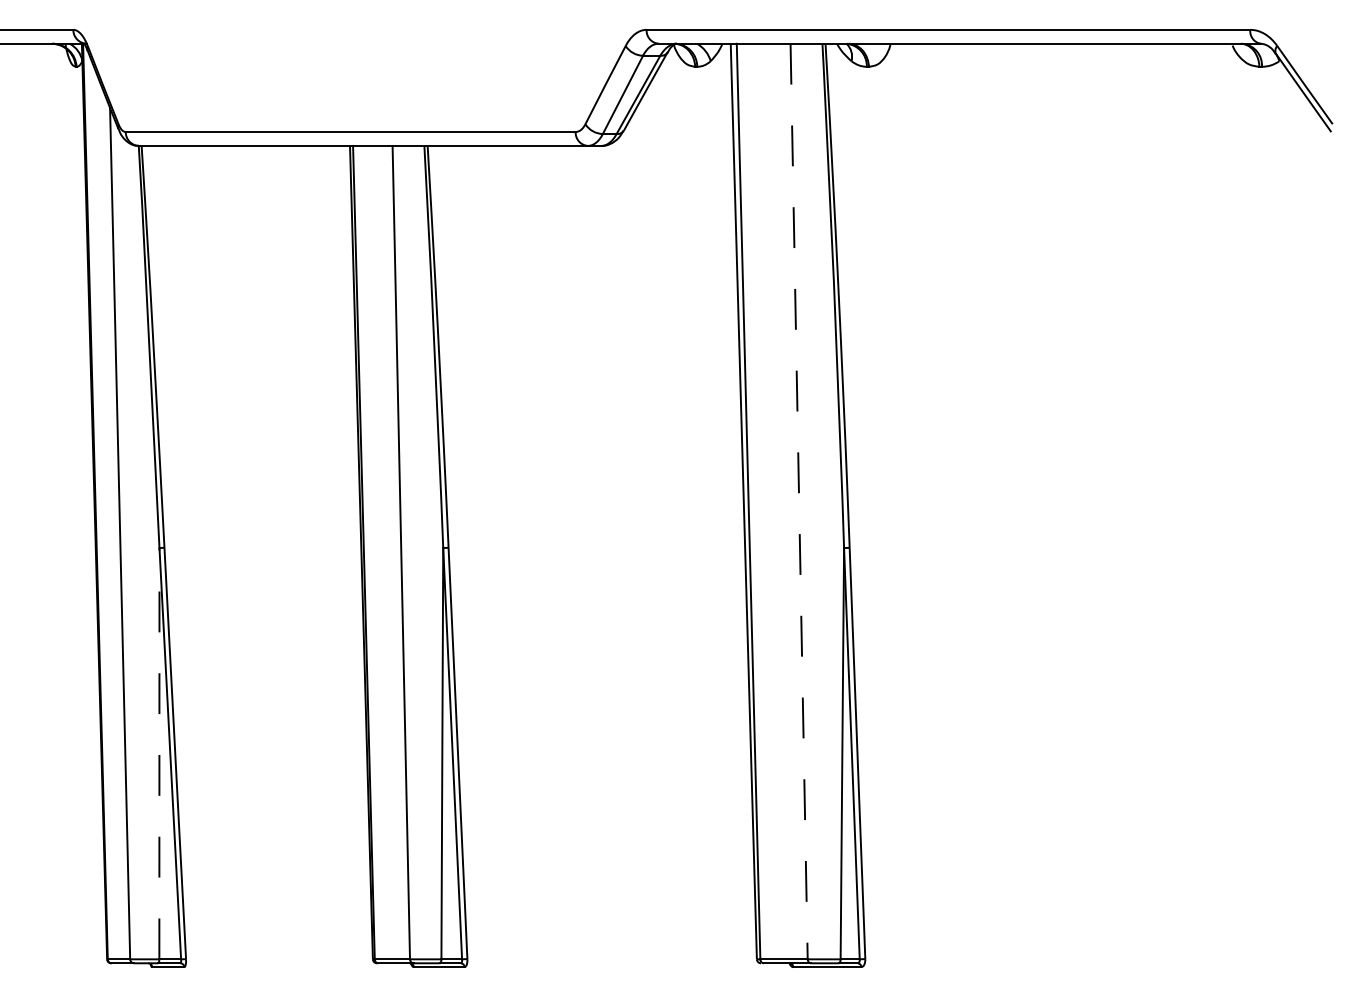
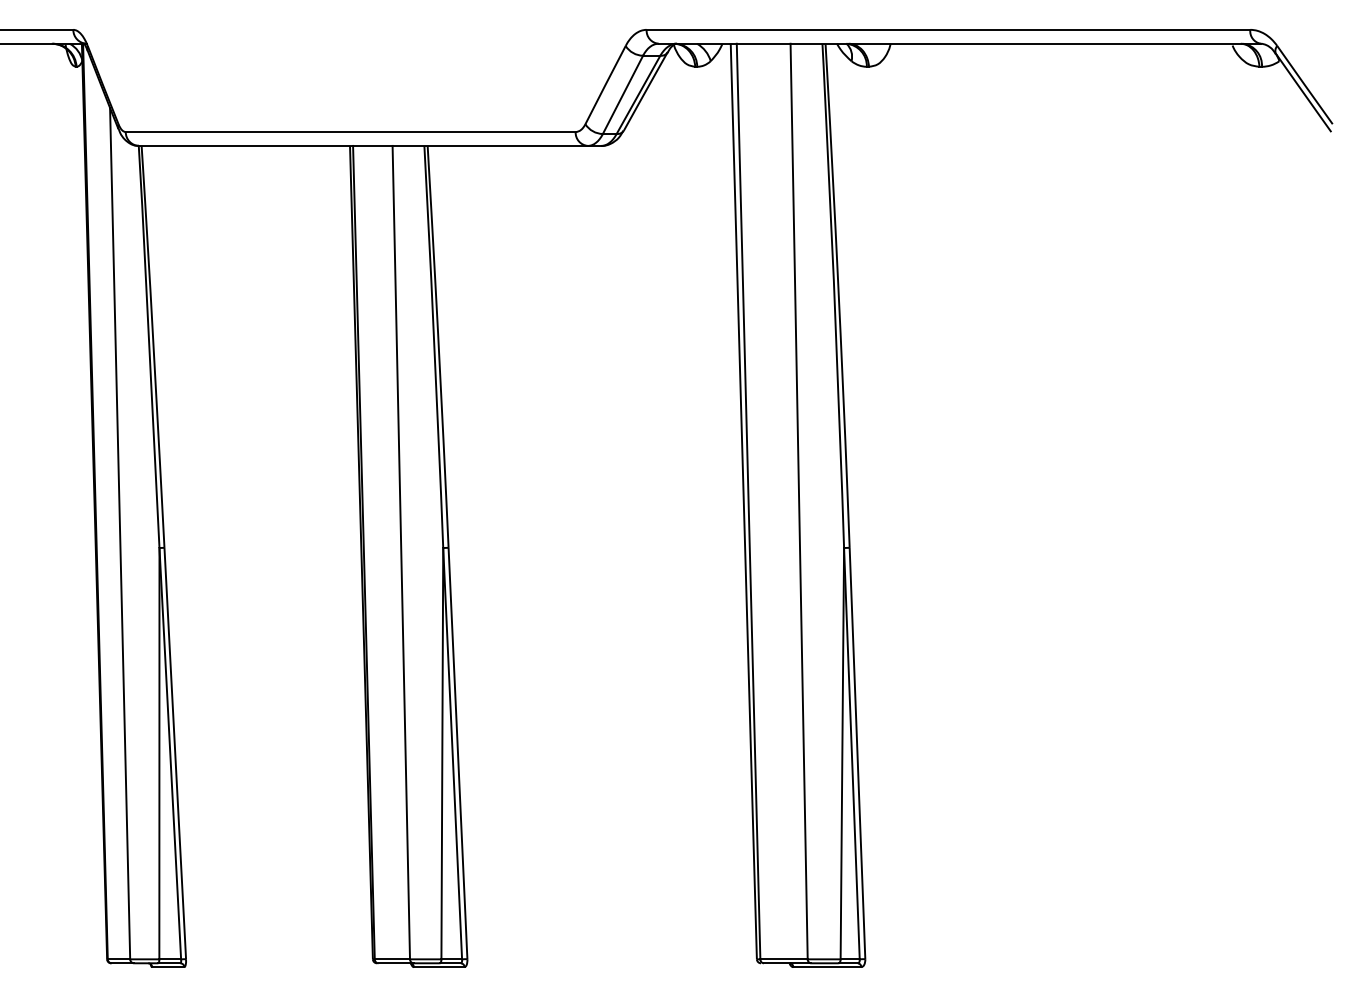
line at (799, 501): dashed -> solid
line at (159, 753): dashed -> solid
